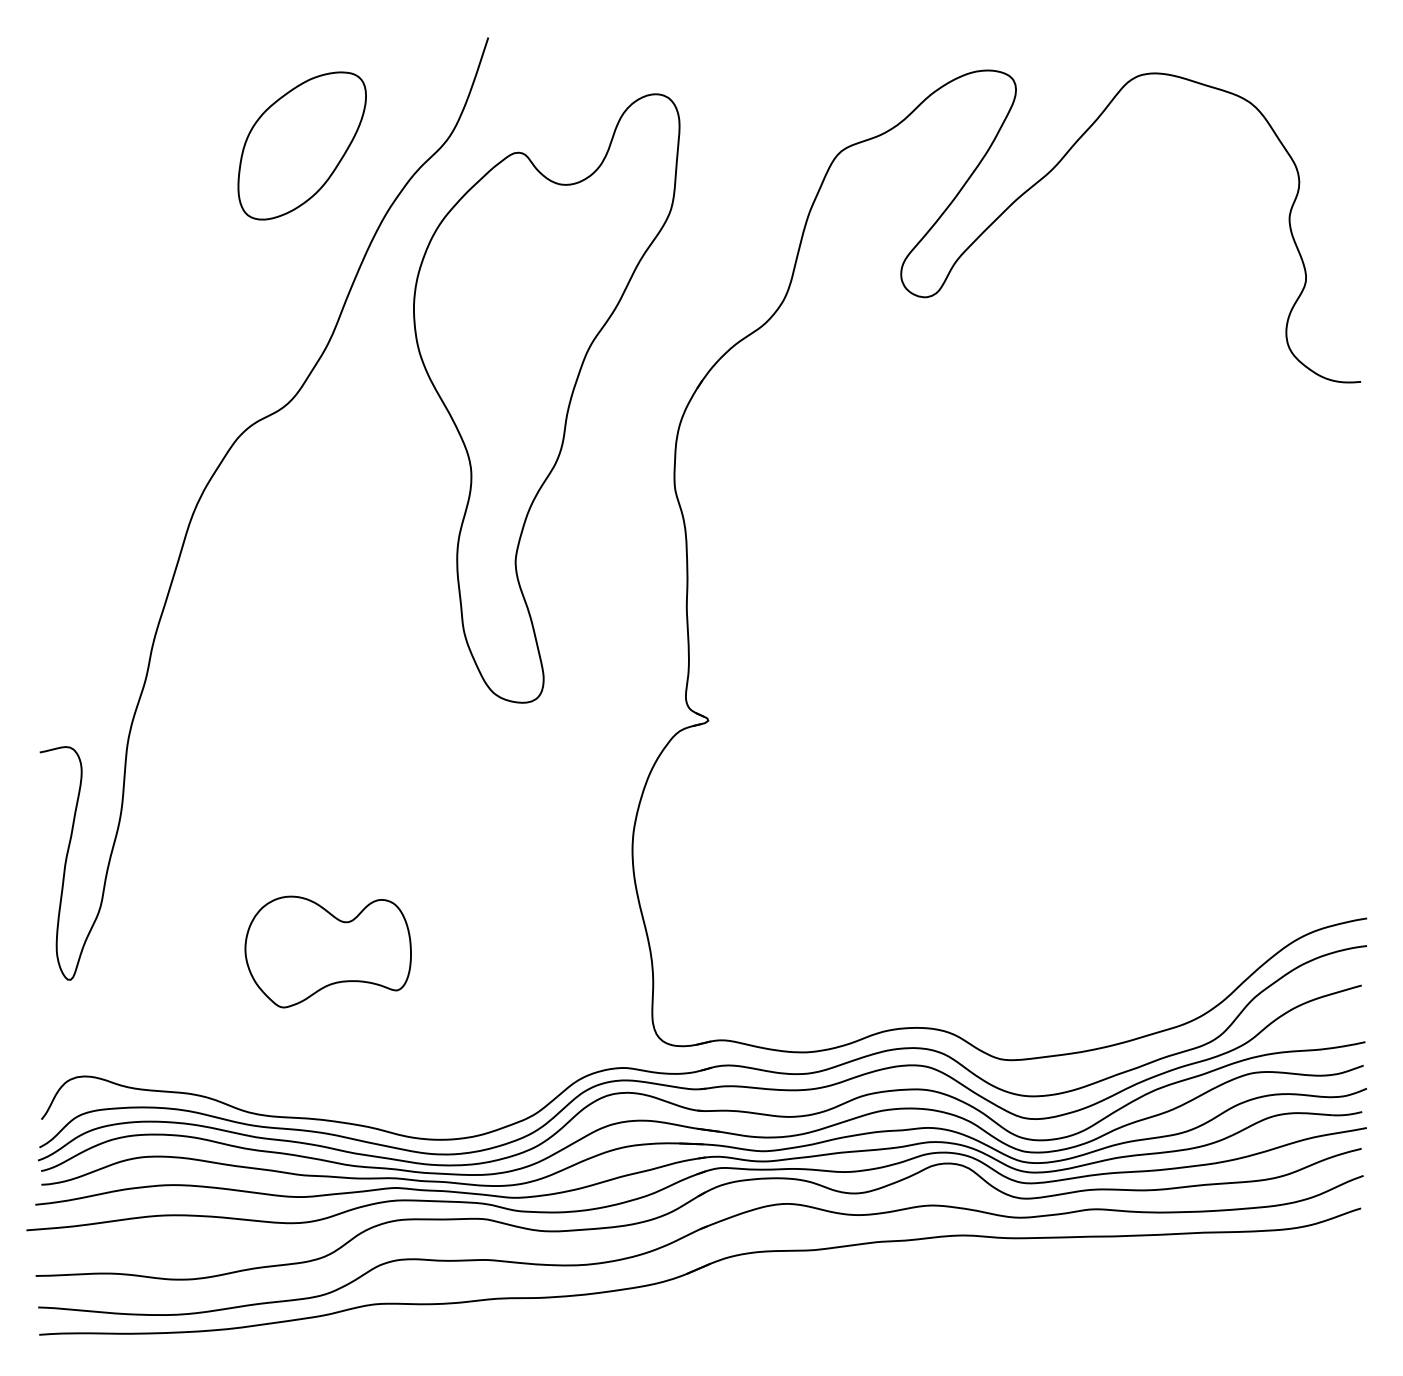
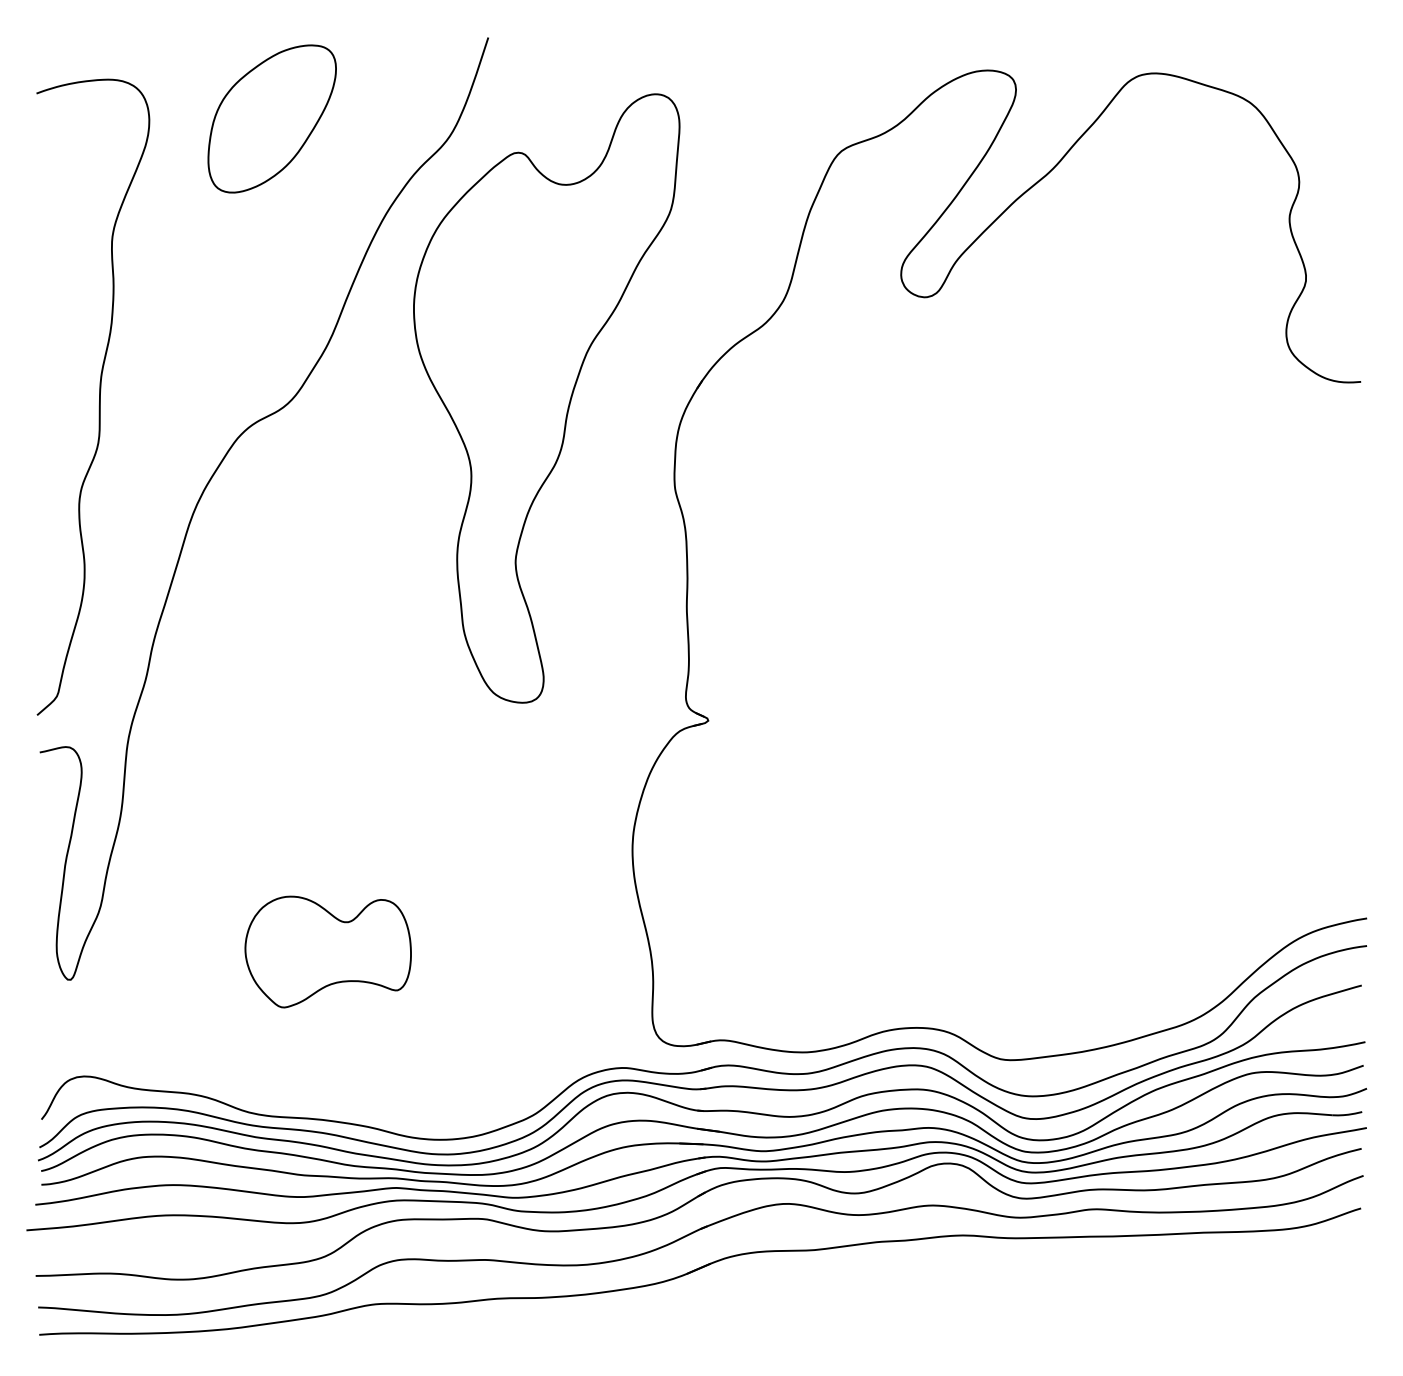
part at (301, 145) position: (301, 145) -> (271, 118)
curve at (99, 396): none -> present
